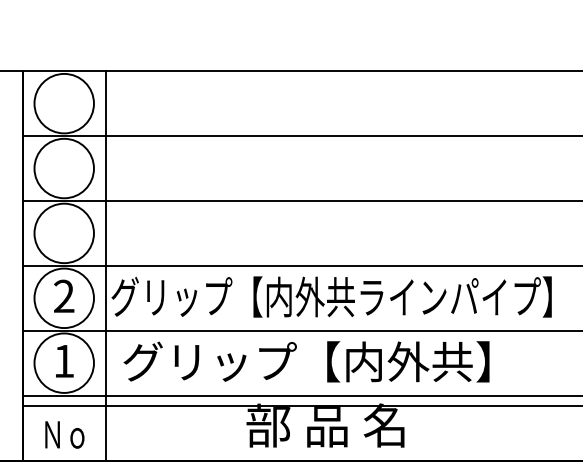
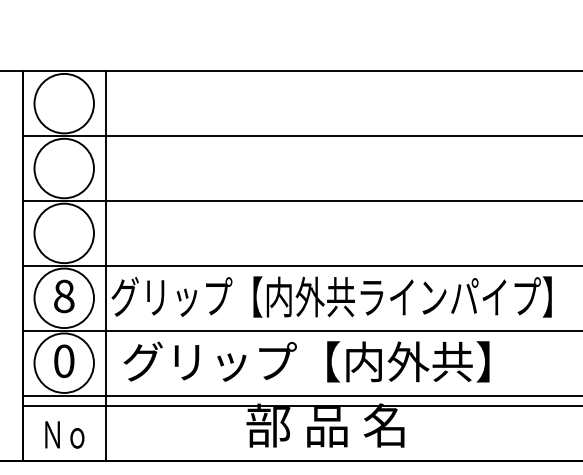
text at (64, 296): 2 -> 8
text at (64, 361): 1 -> 0
